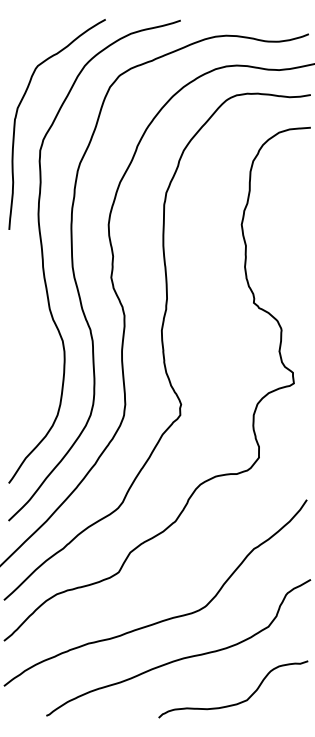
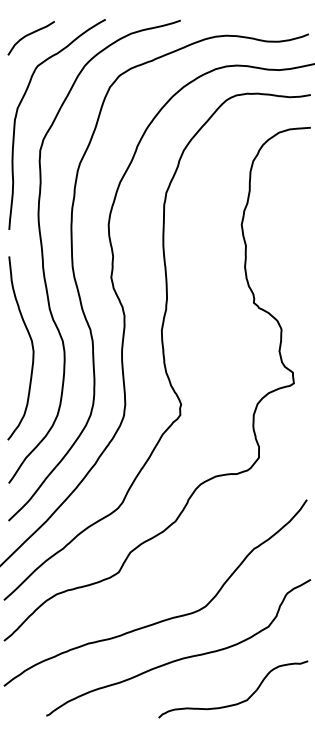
curve at (29, 35): none -> present
curve at (31, 346): none -> present
